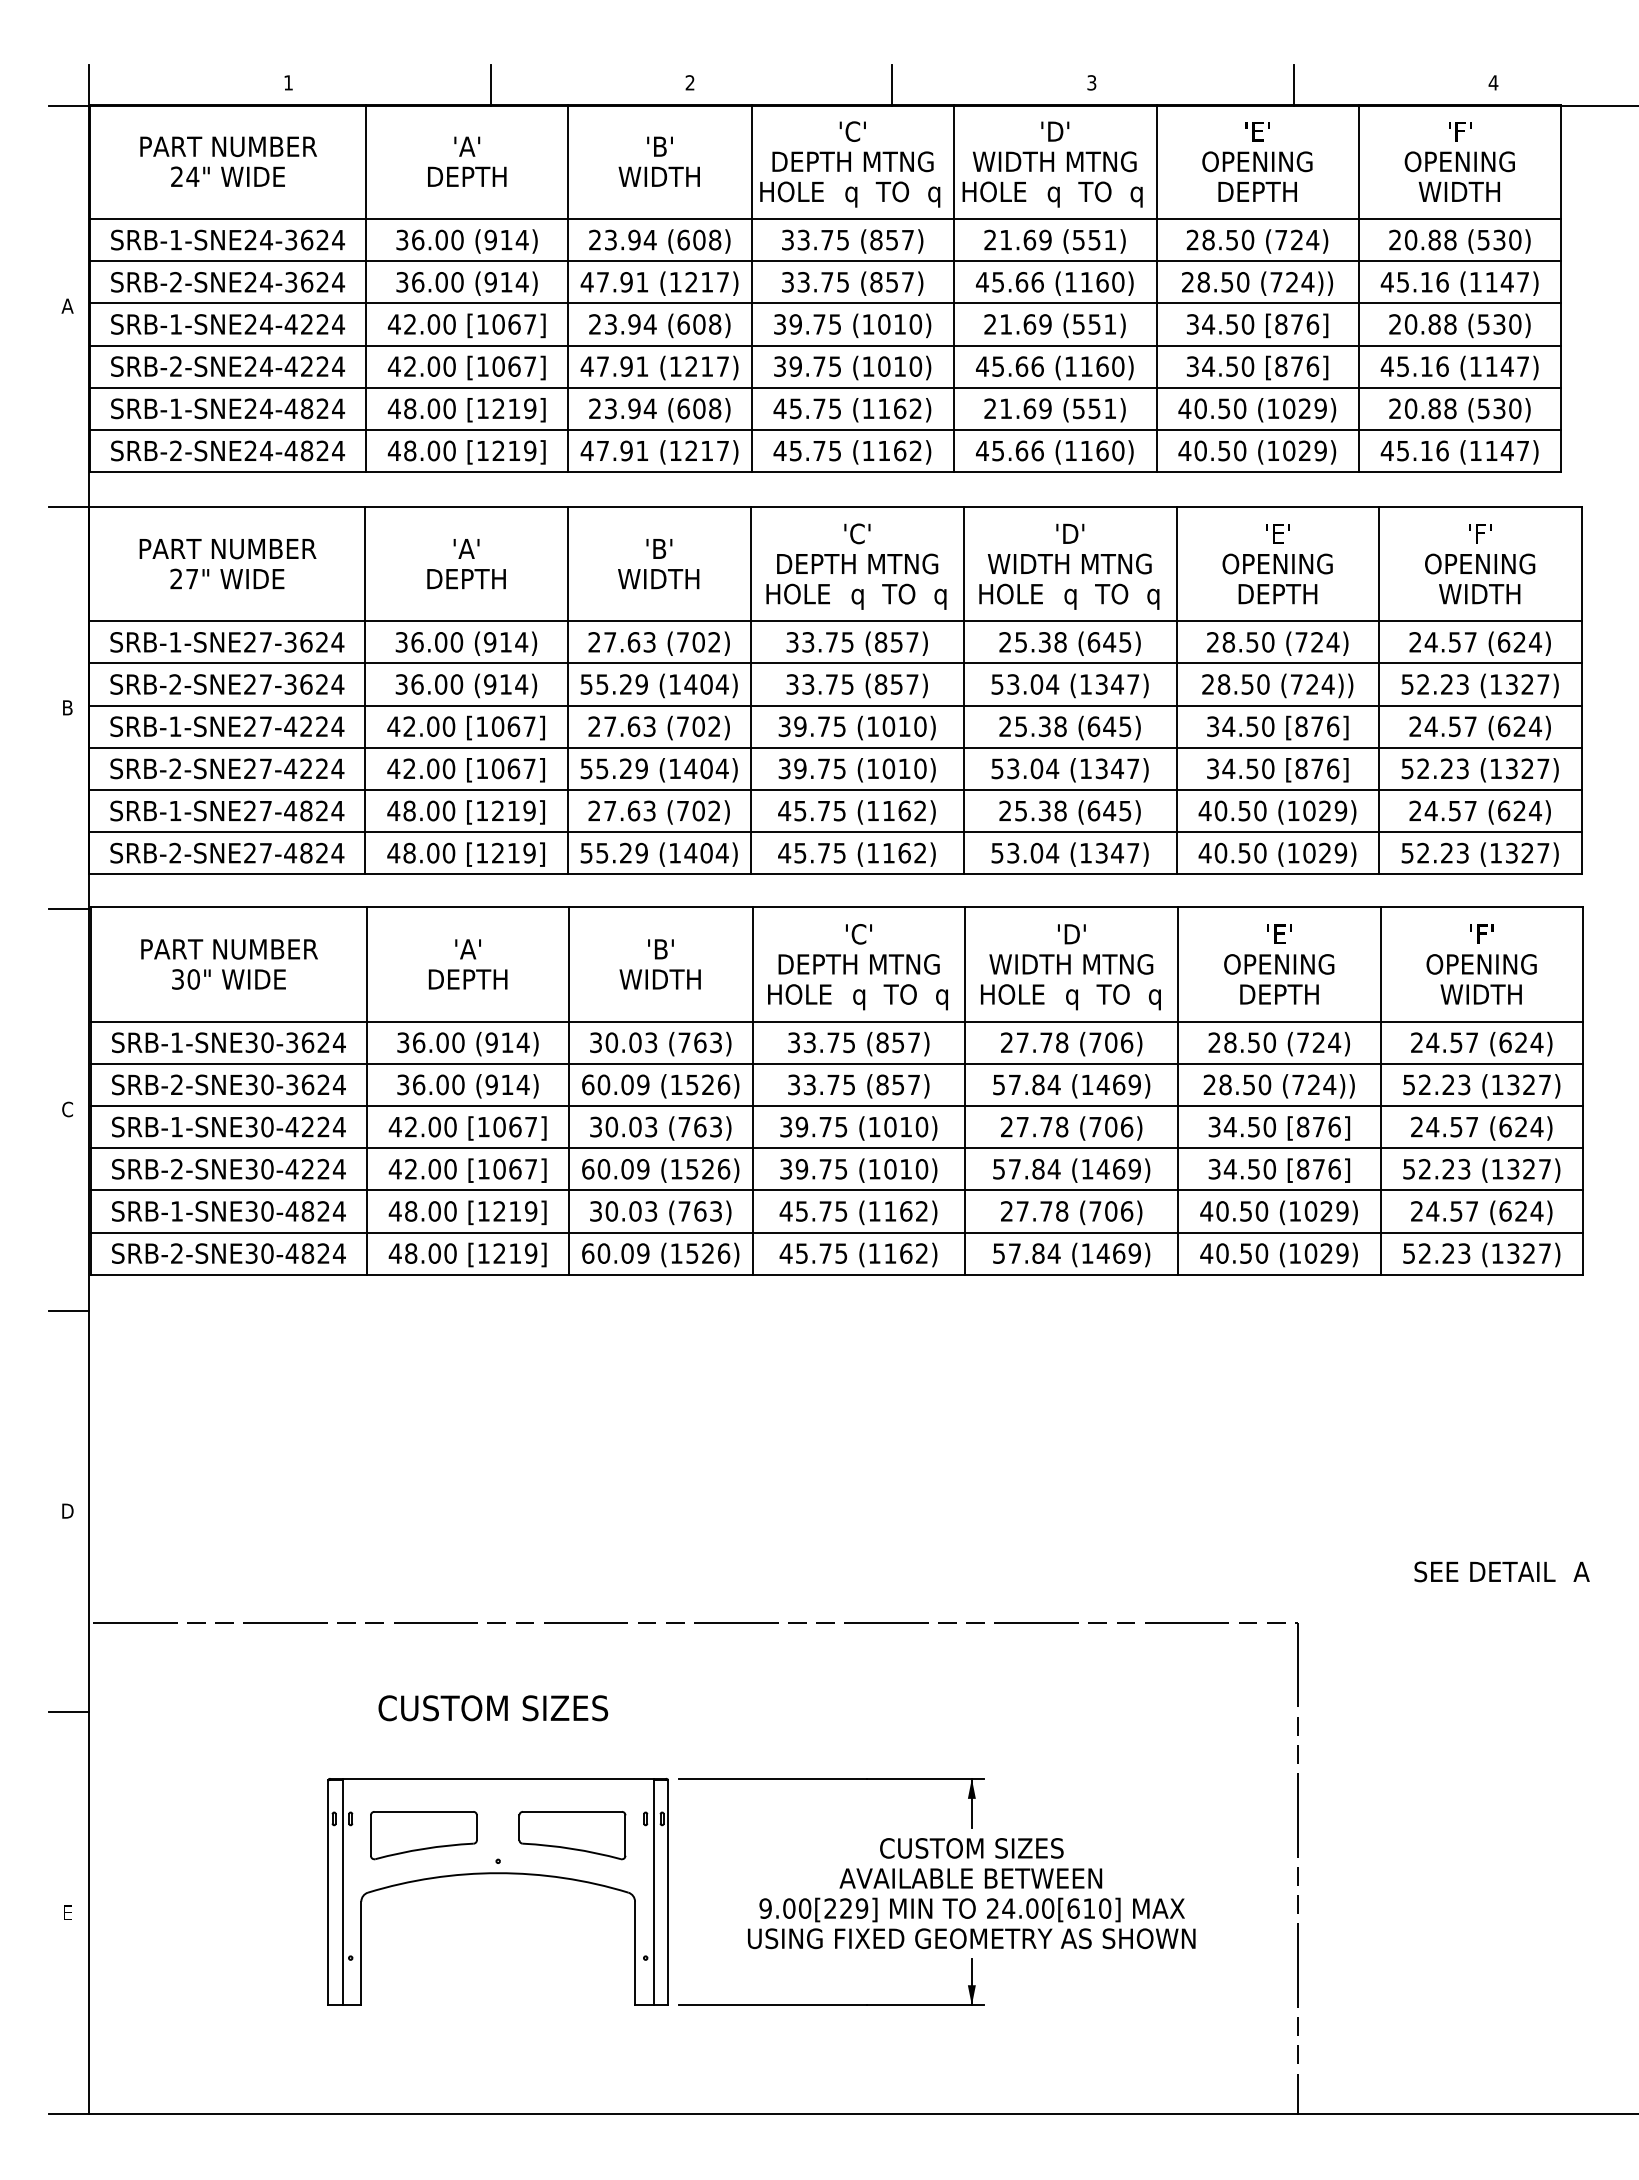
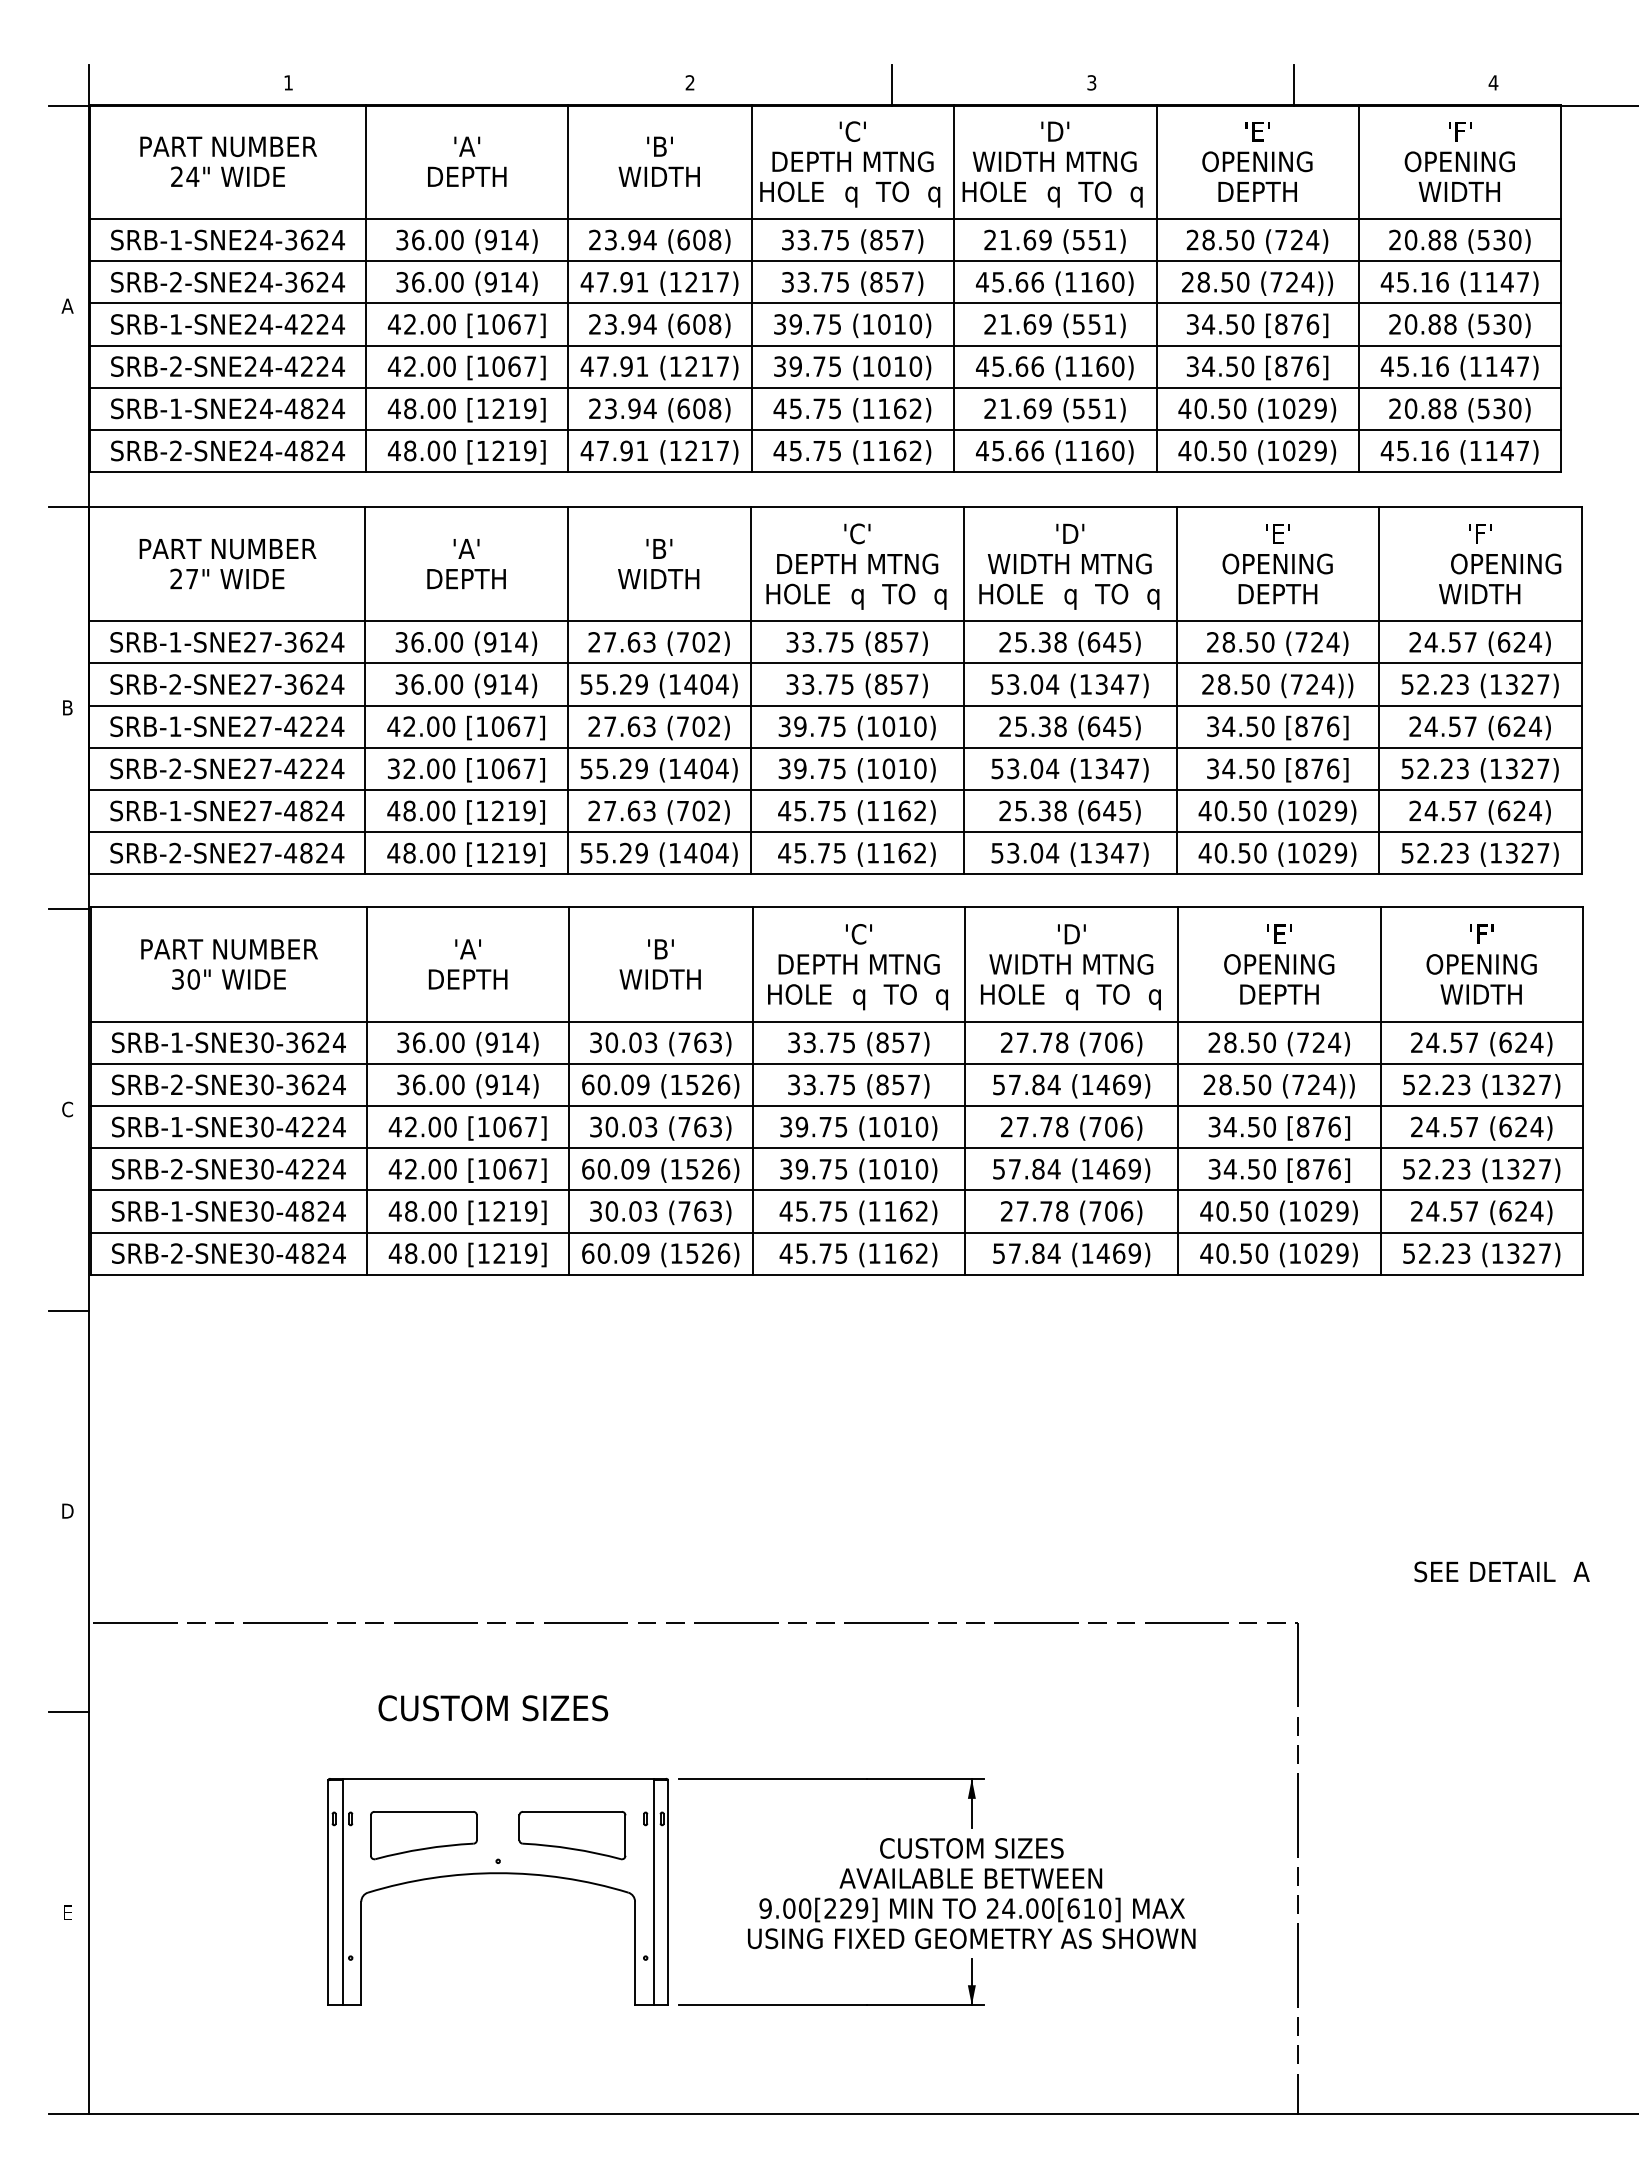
line at (490, 85): present -> none
text at (1480, 563) position: (1480, 563) -> (1506, 563)
text at (393, 768): 42.00 -> 32.00
